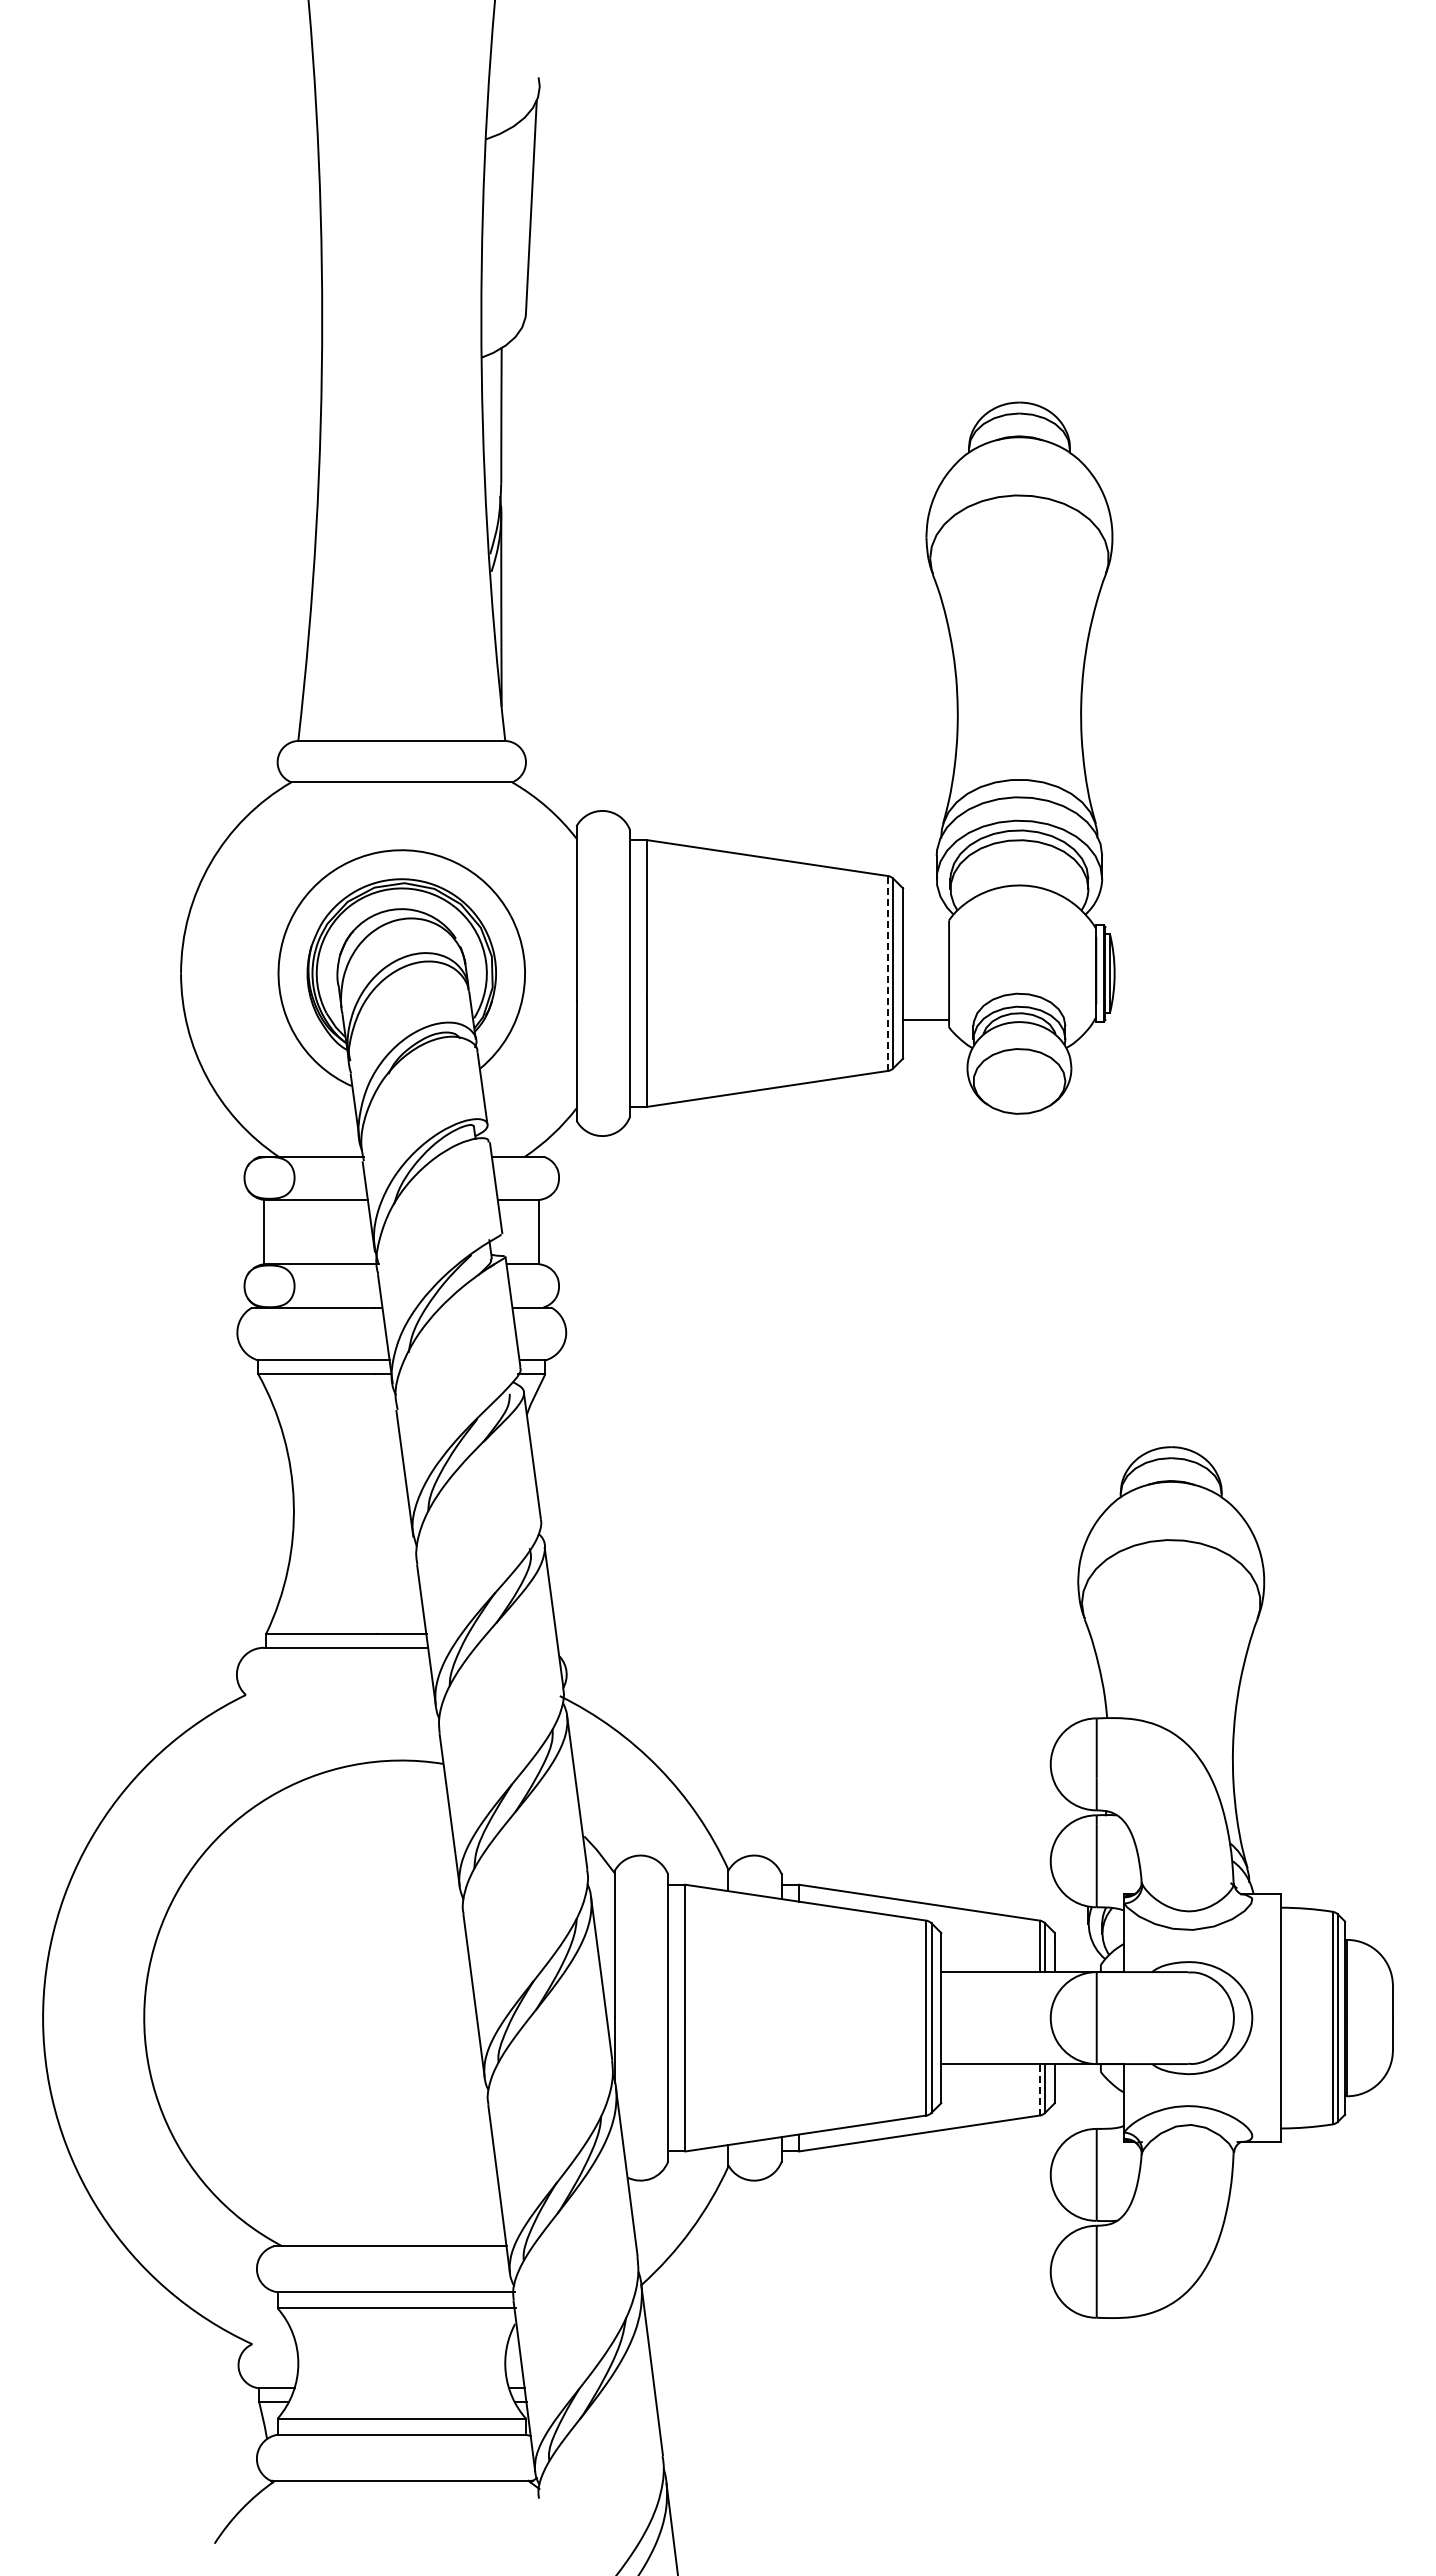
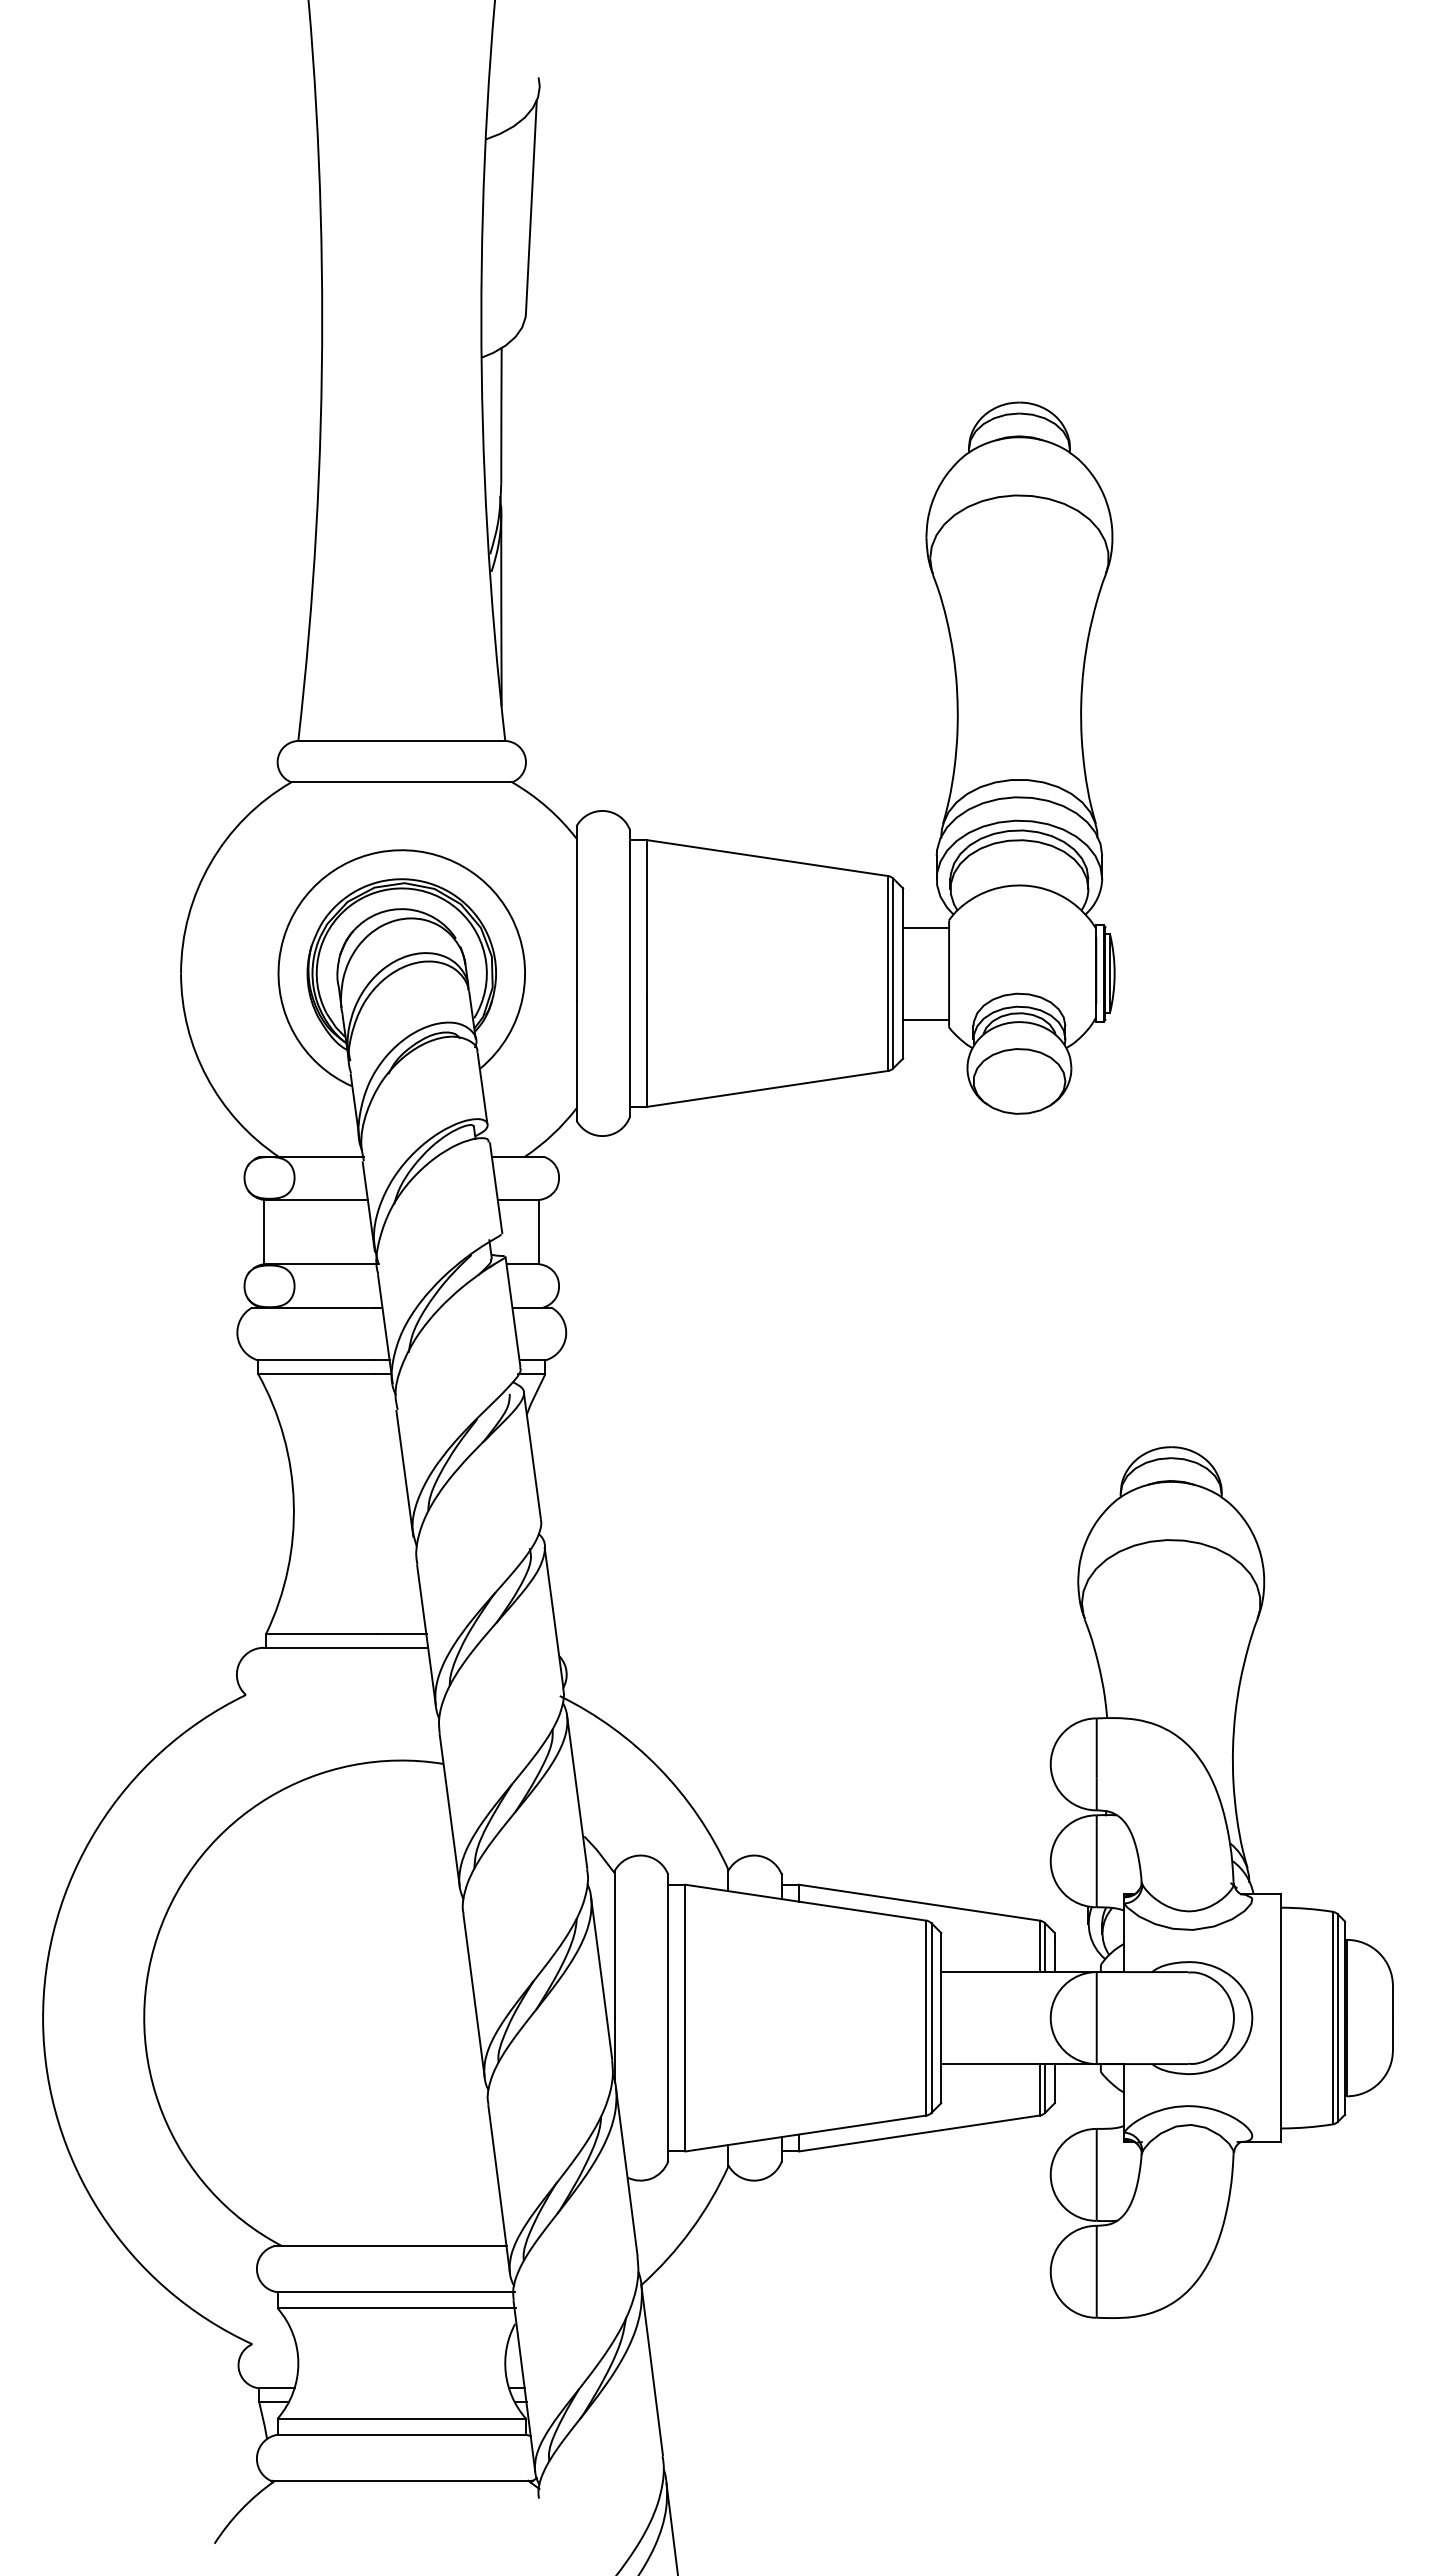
line at (926, 927): none -> present
line at (888, 973): dashed -> solid
line at (1039, 2089): dashed -> solid
